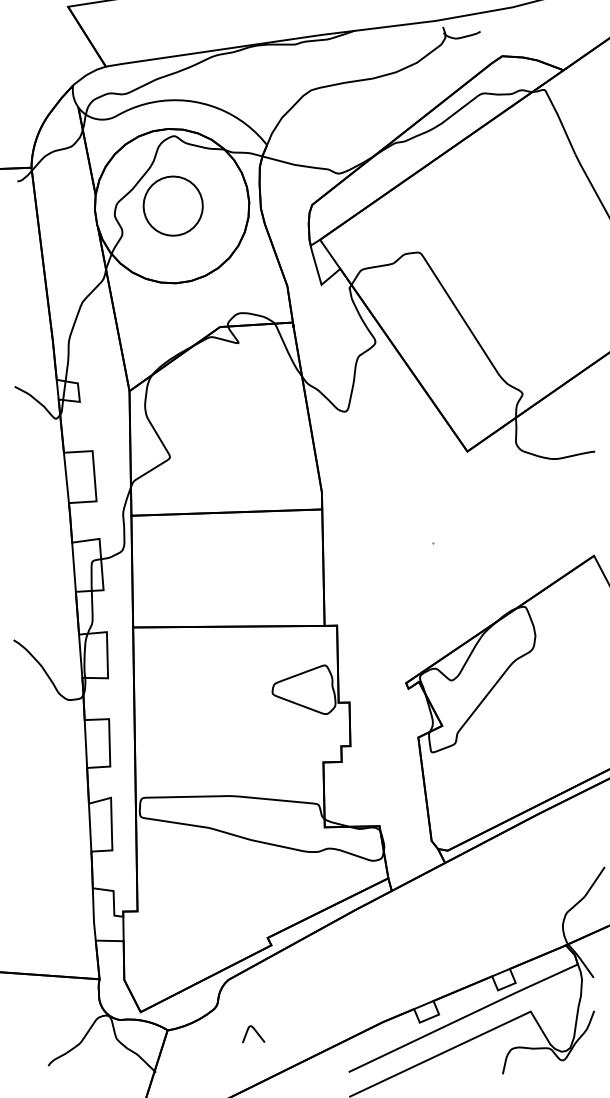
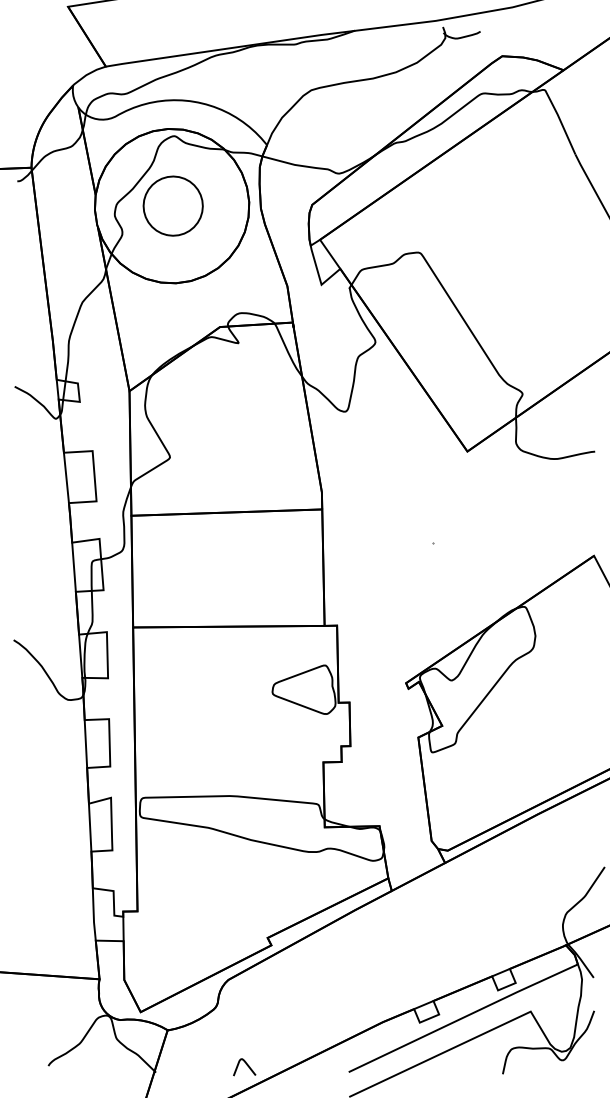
curve at (255, 1032) position: (255, 1032) -> (246, 1065)
